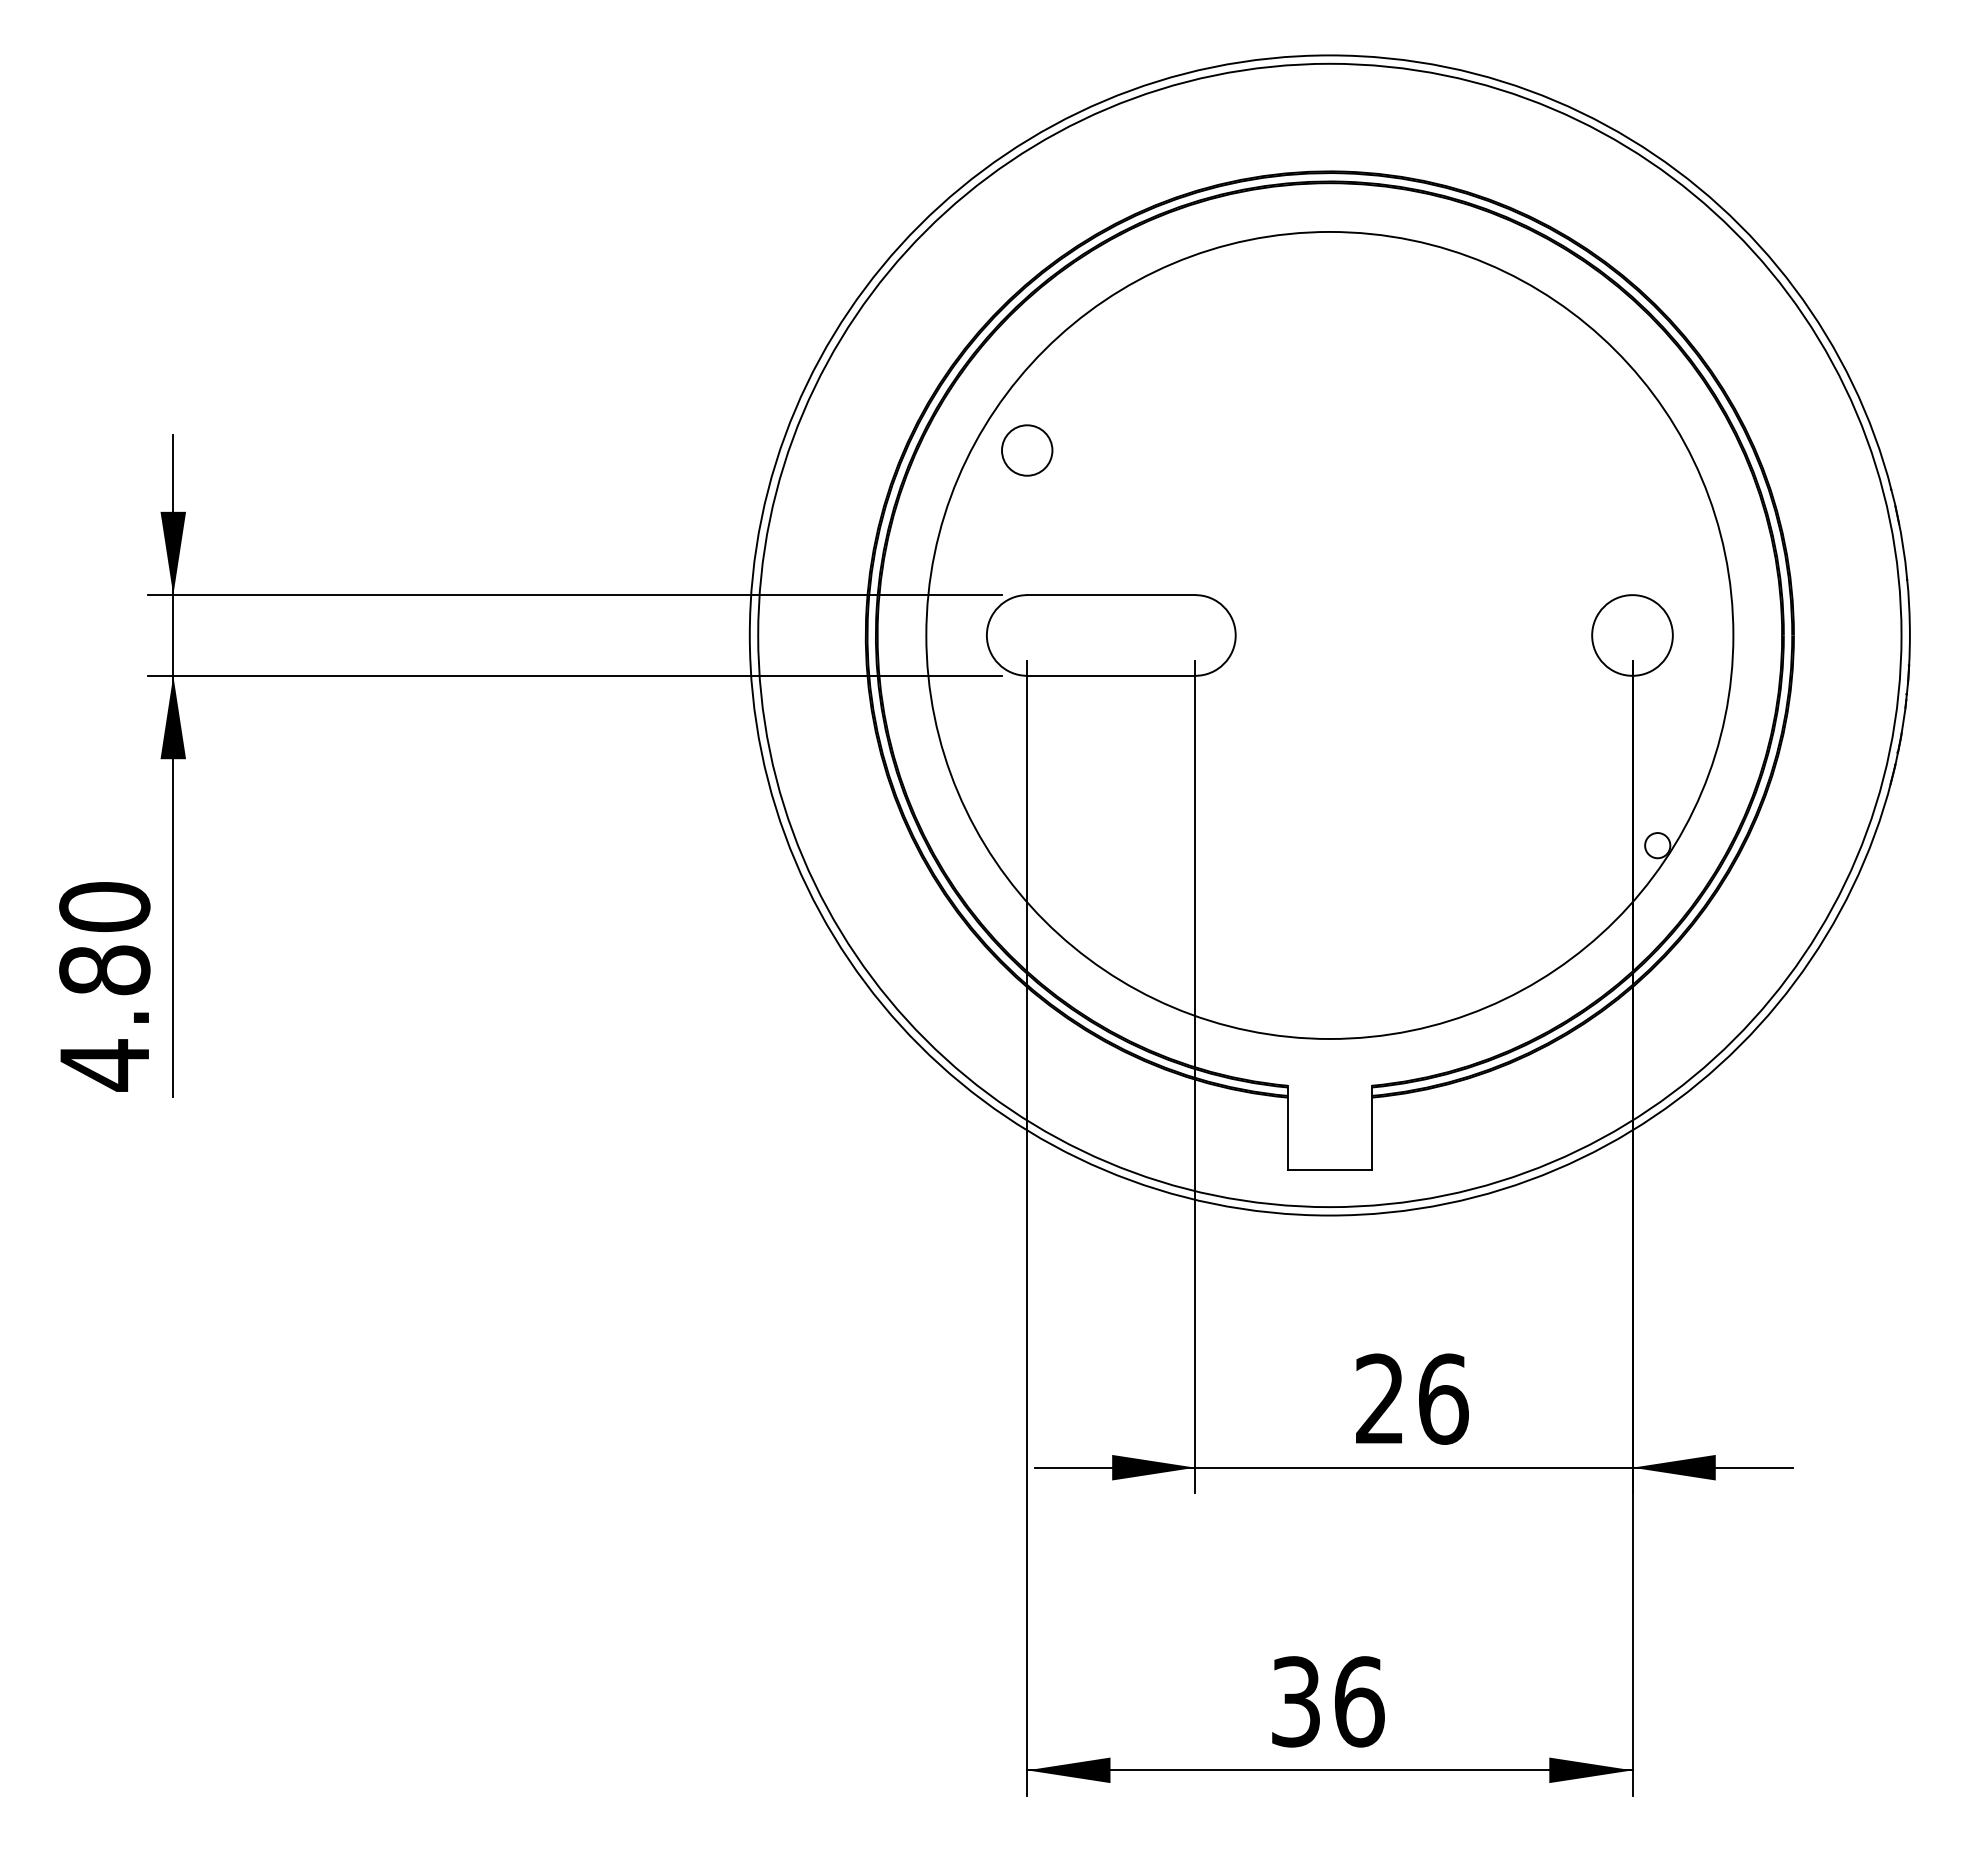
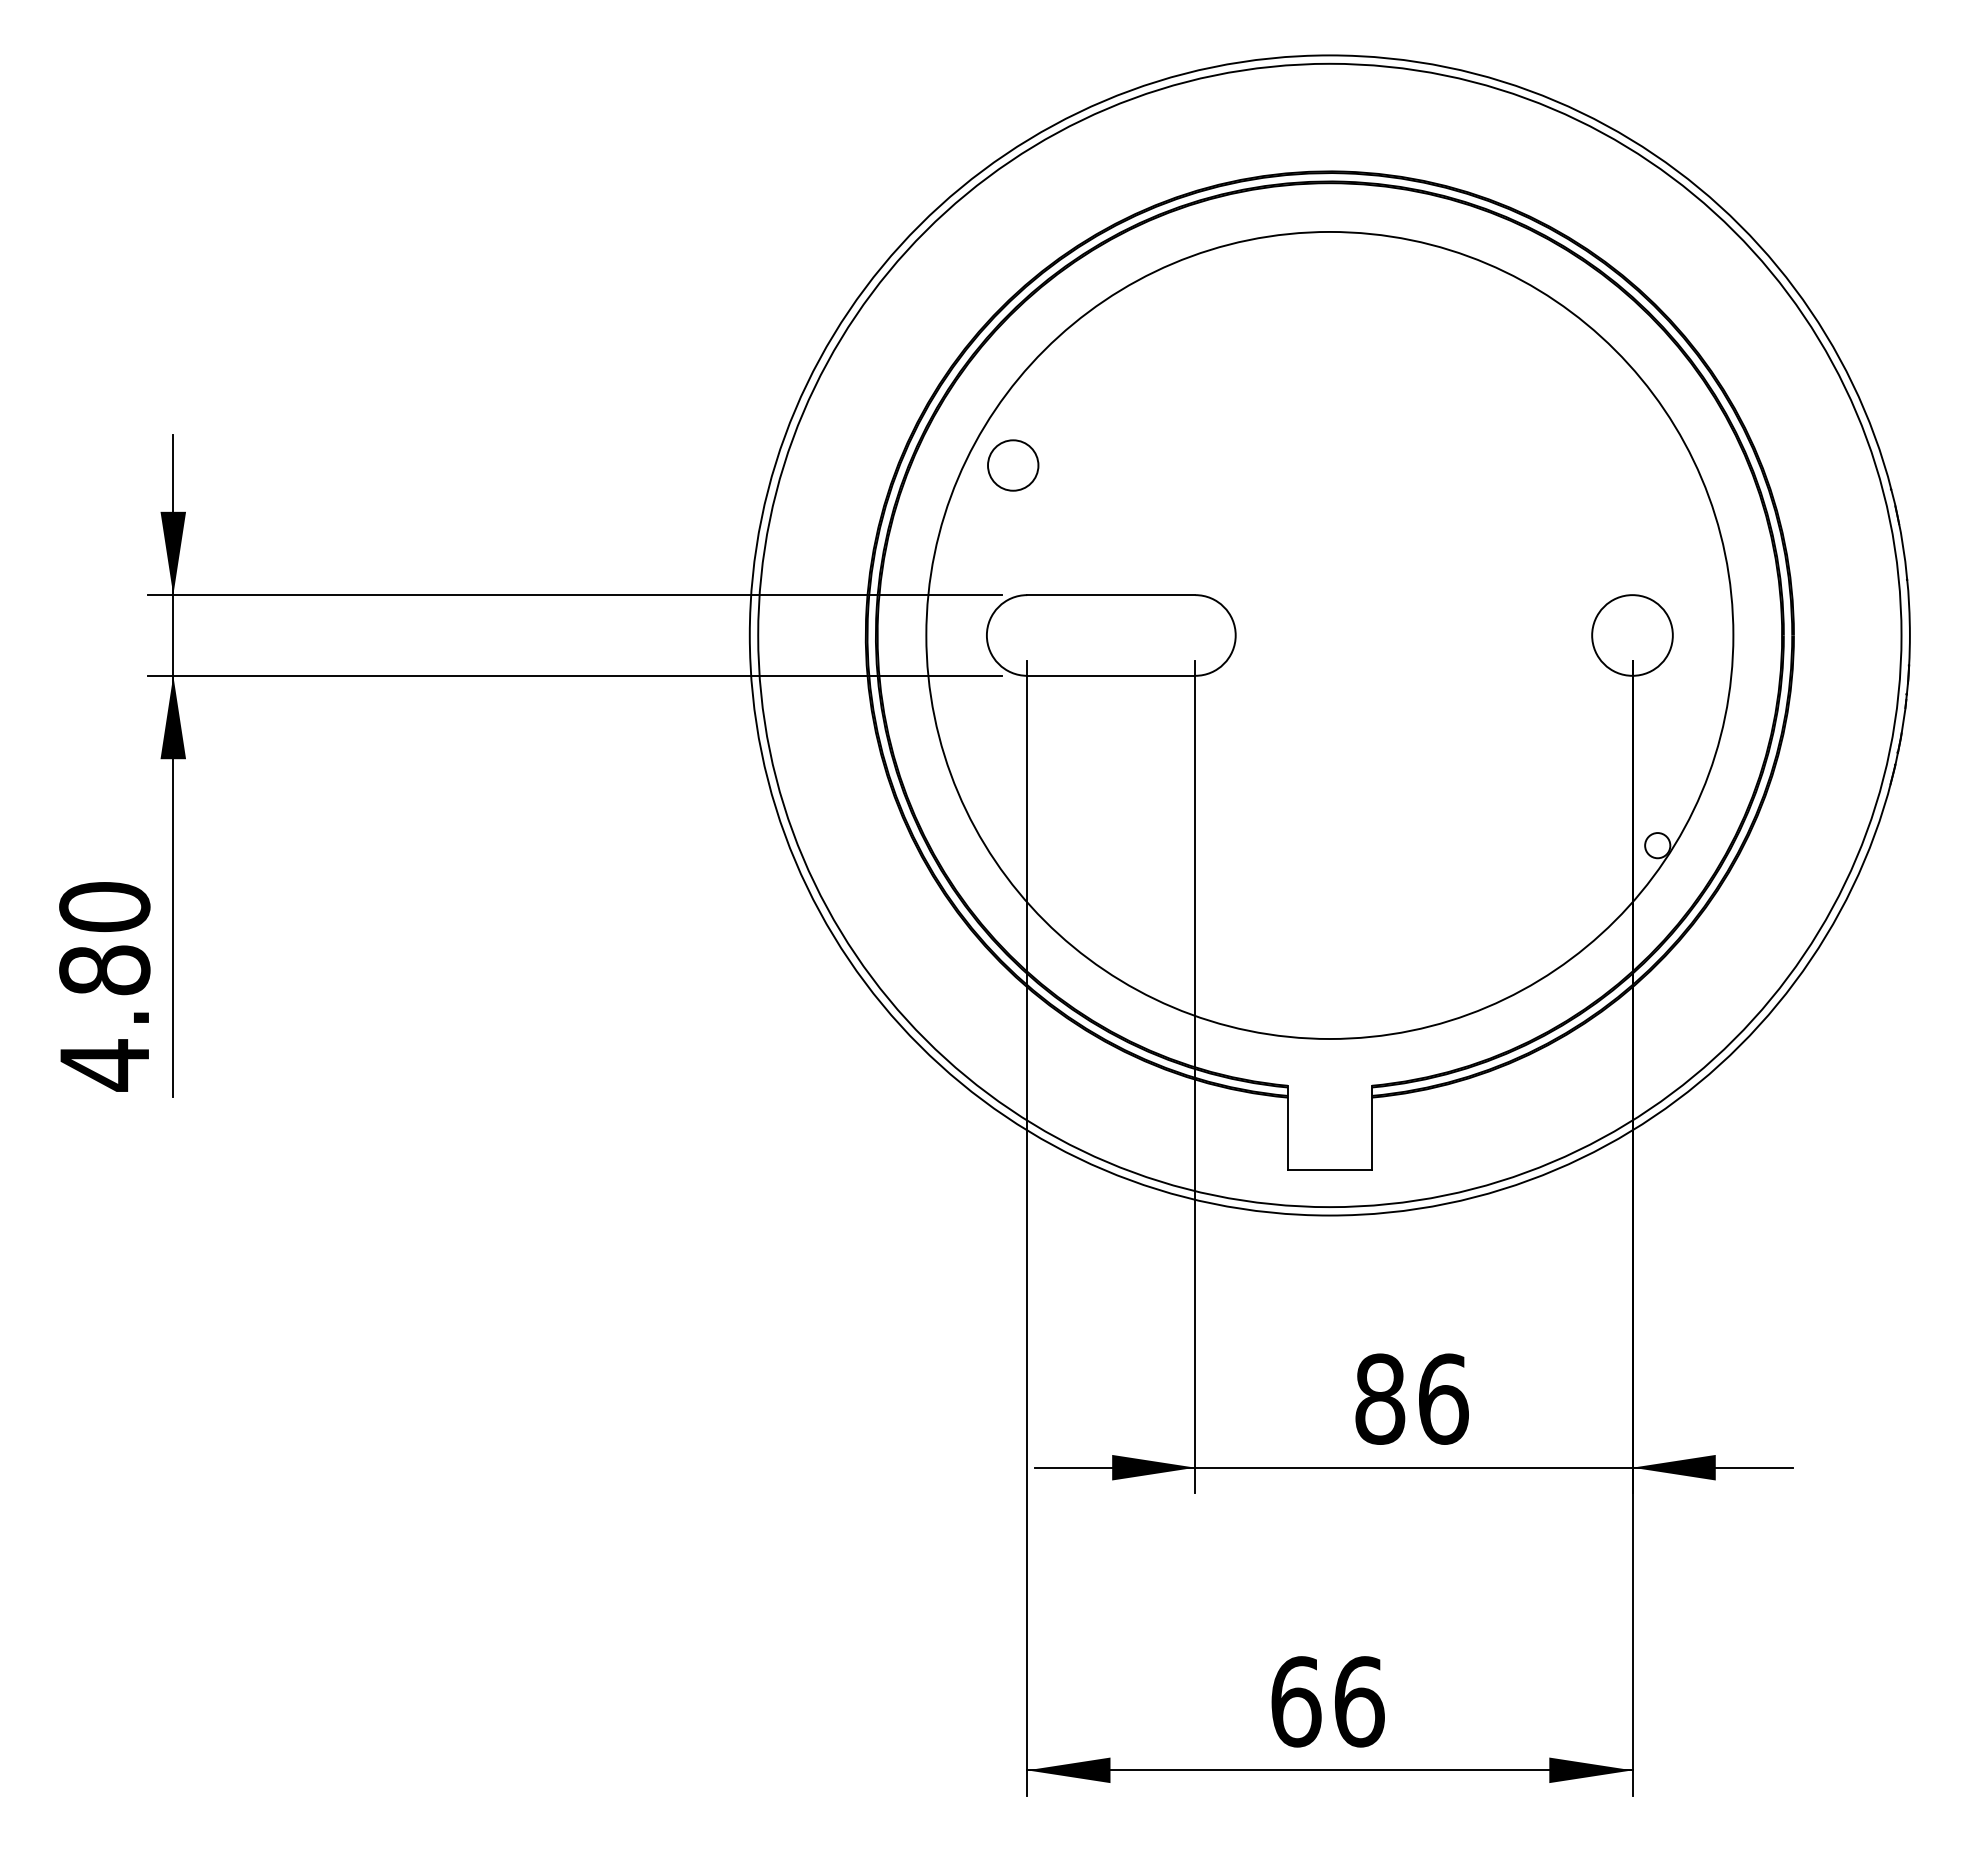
circle at (1027, 450) position: (1027, 450) -> (1013, 465)
text at (1380, 1398): 26 -> 86
text at (1296, 1701): 36 -> 66
